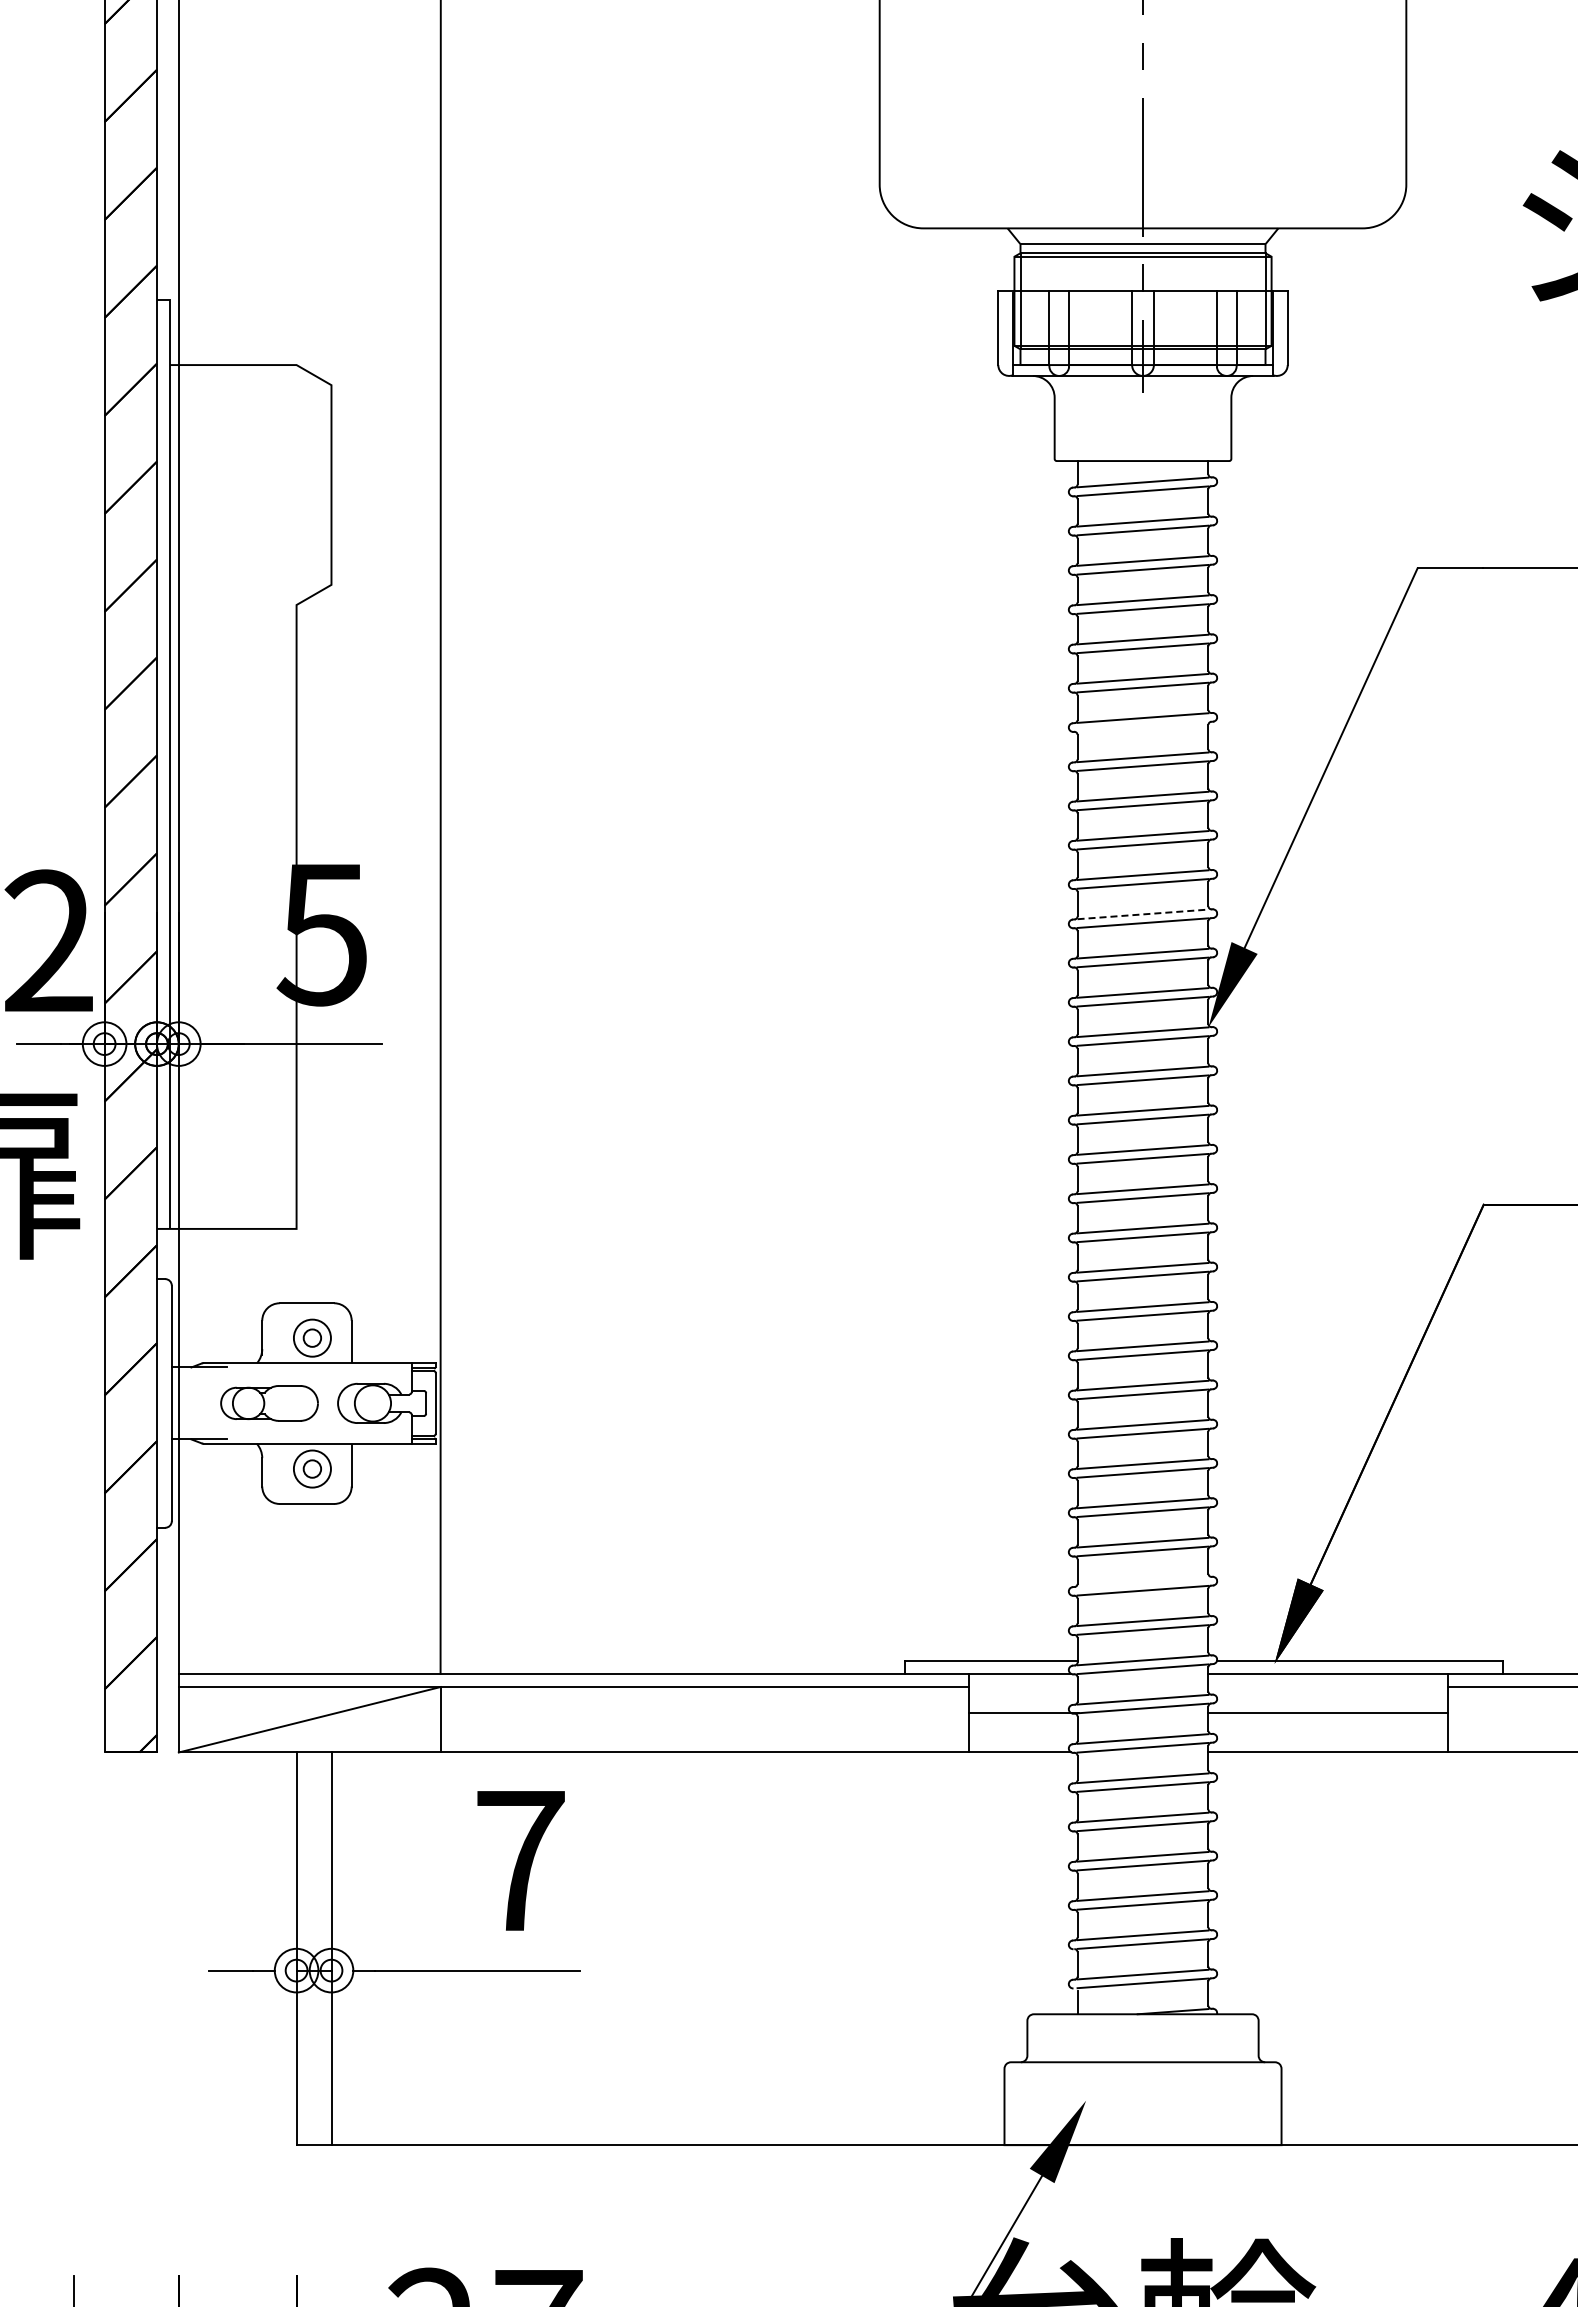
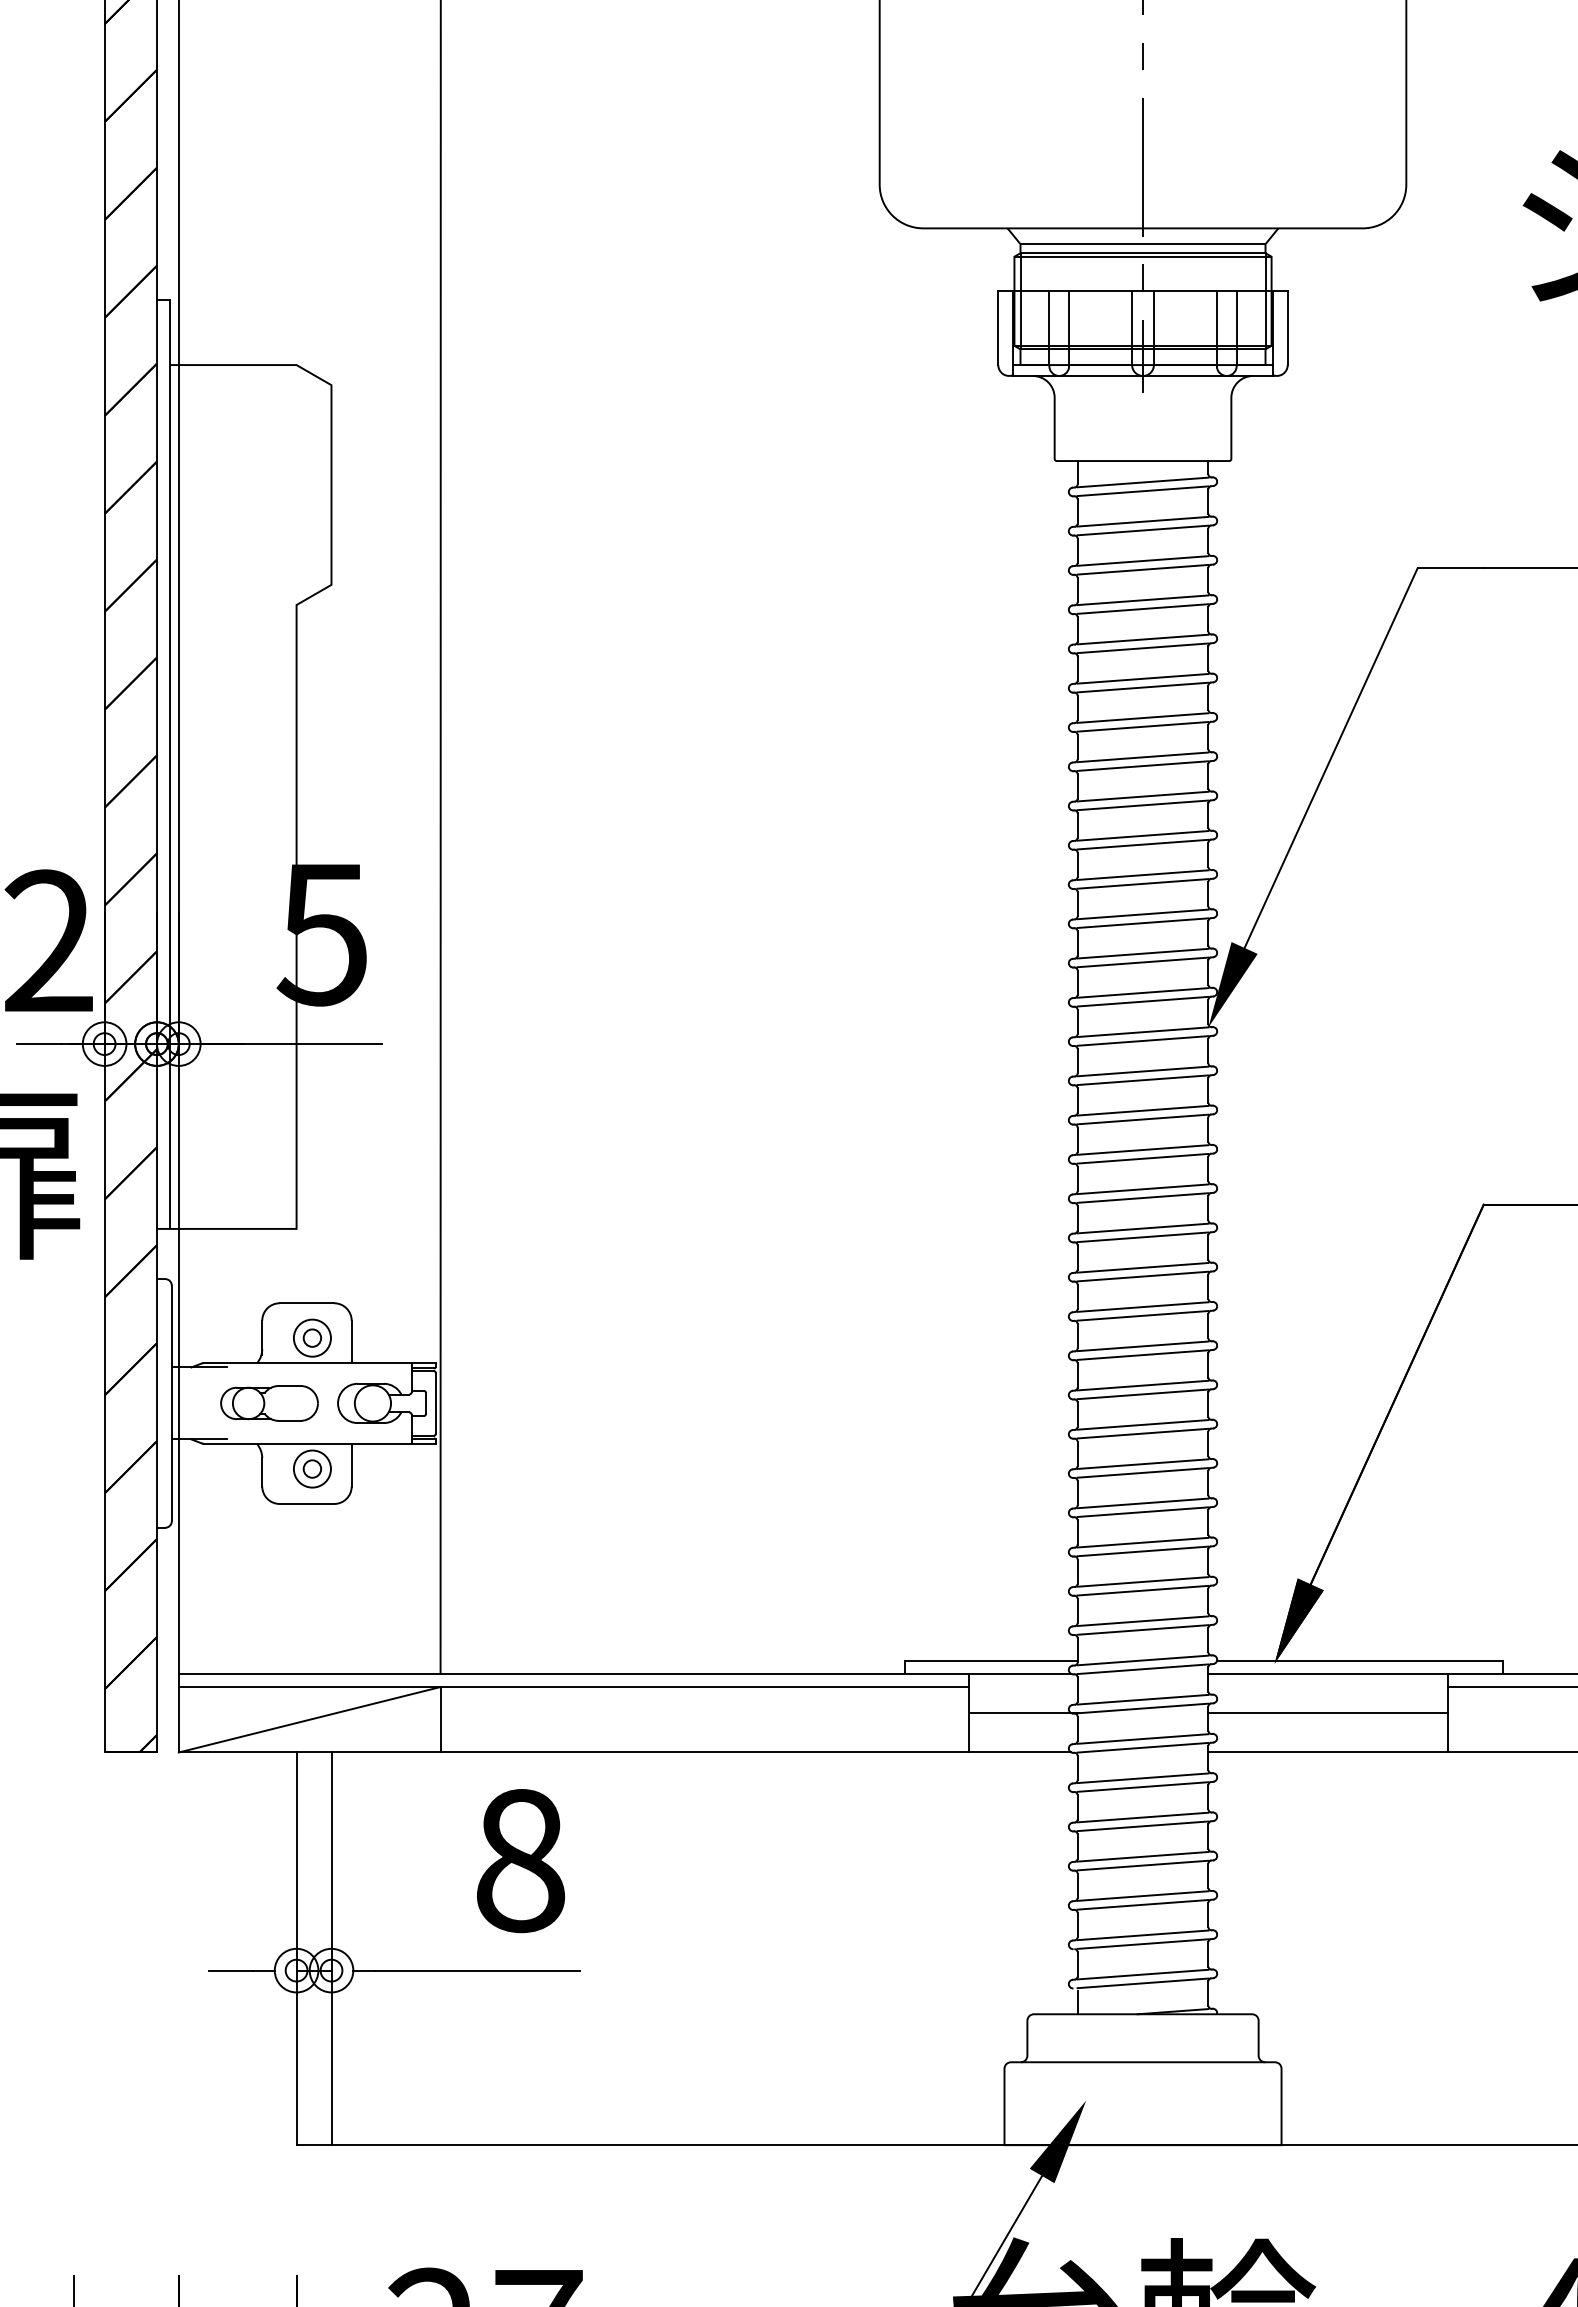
line at (1142, 726): none -> present
line at (1143, 914): dashed -> solid
line at (1142, 1581): none -> present
text at (520, 1861): 7 -> 8
